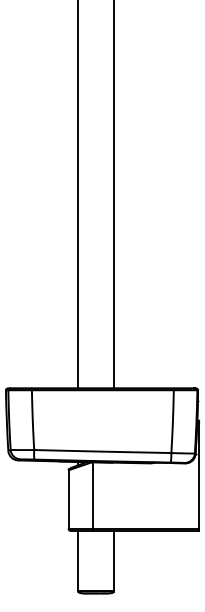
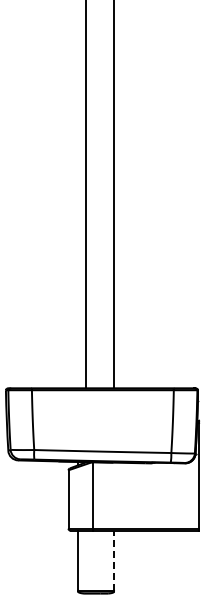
line at (78, 195) position: (78, 195) -> (86, 195)
line at (114, 560): solid -> dashed
